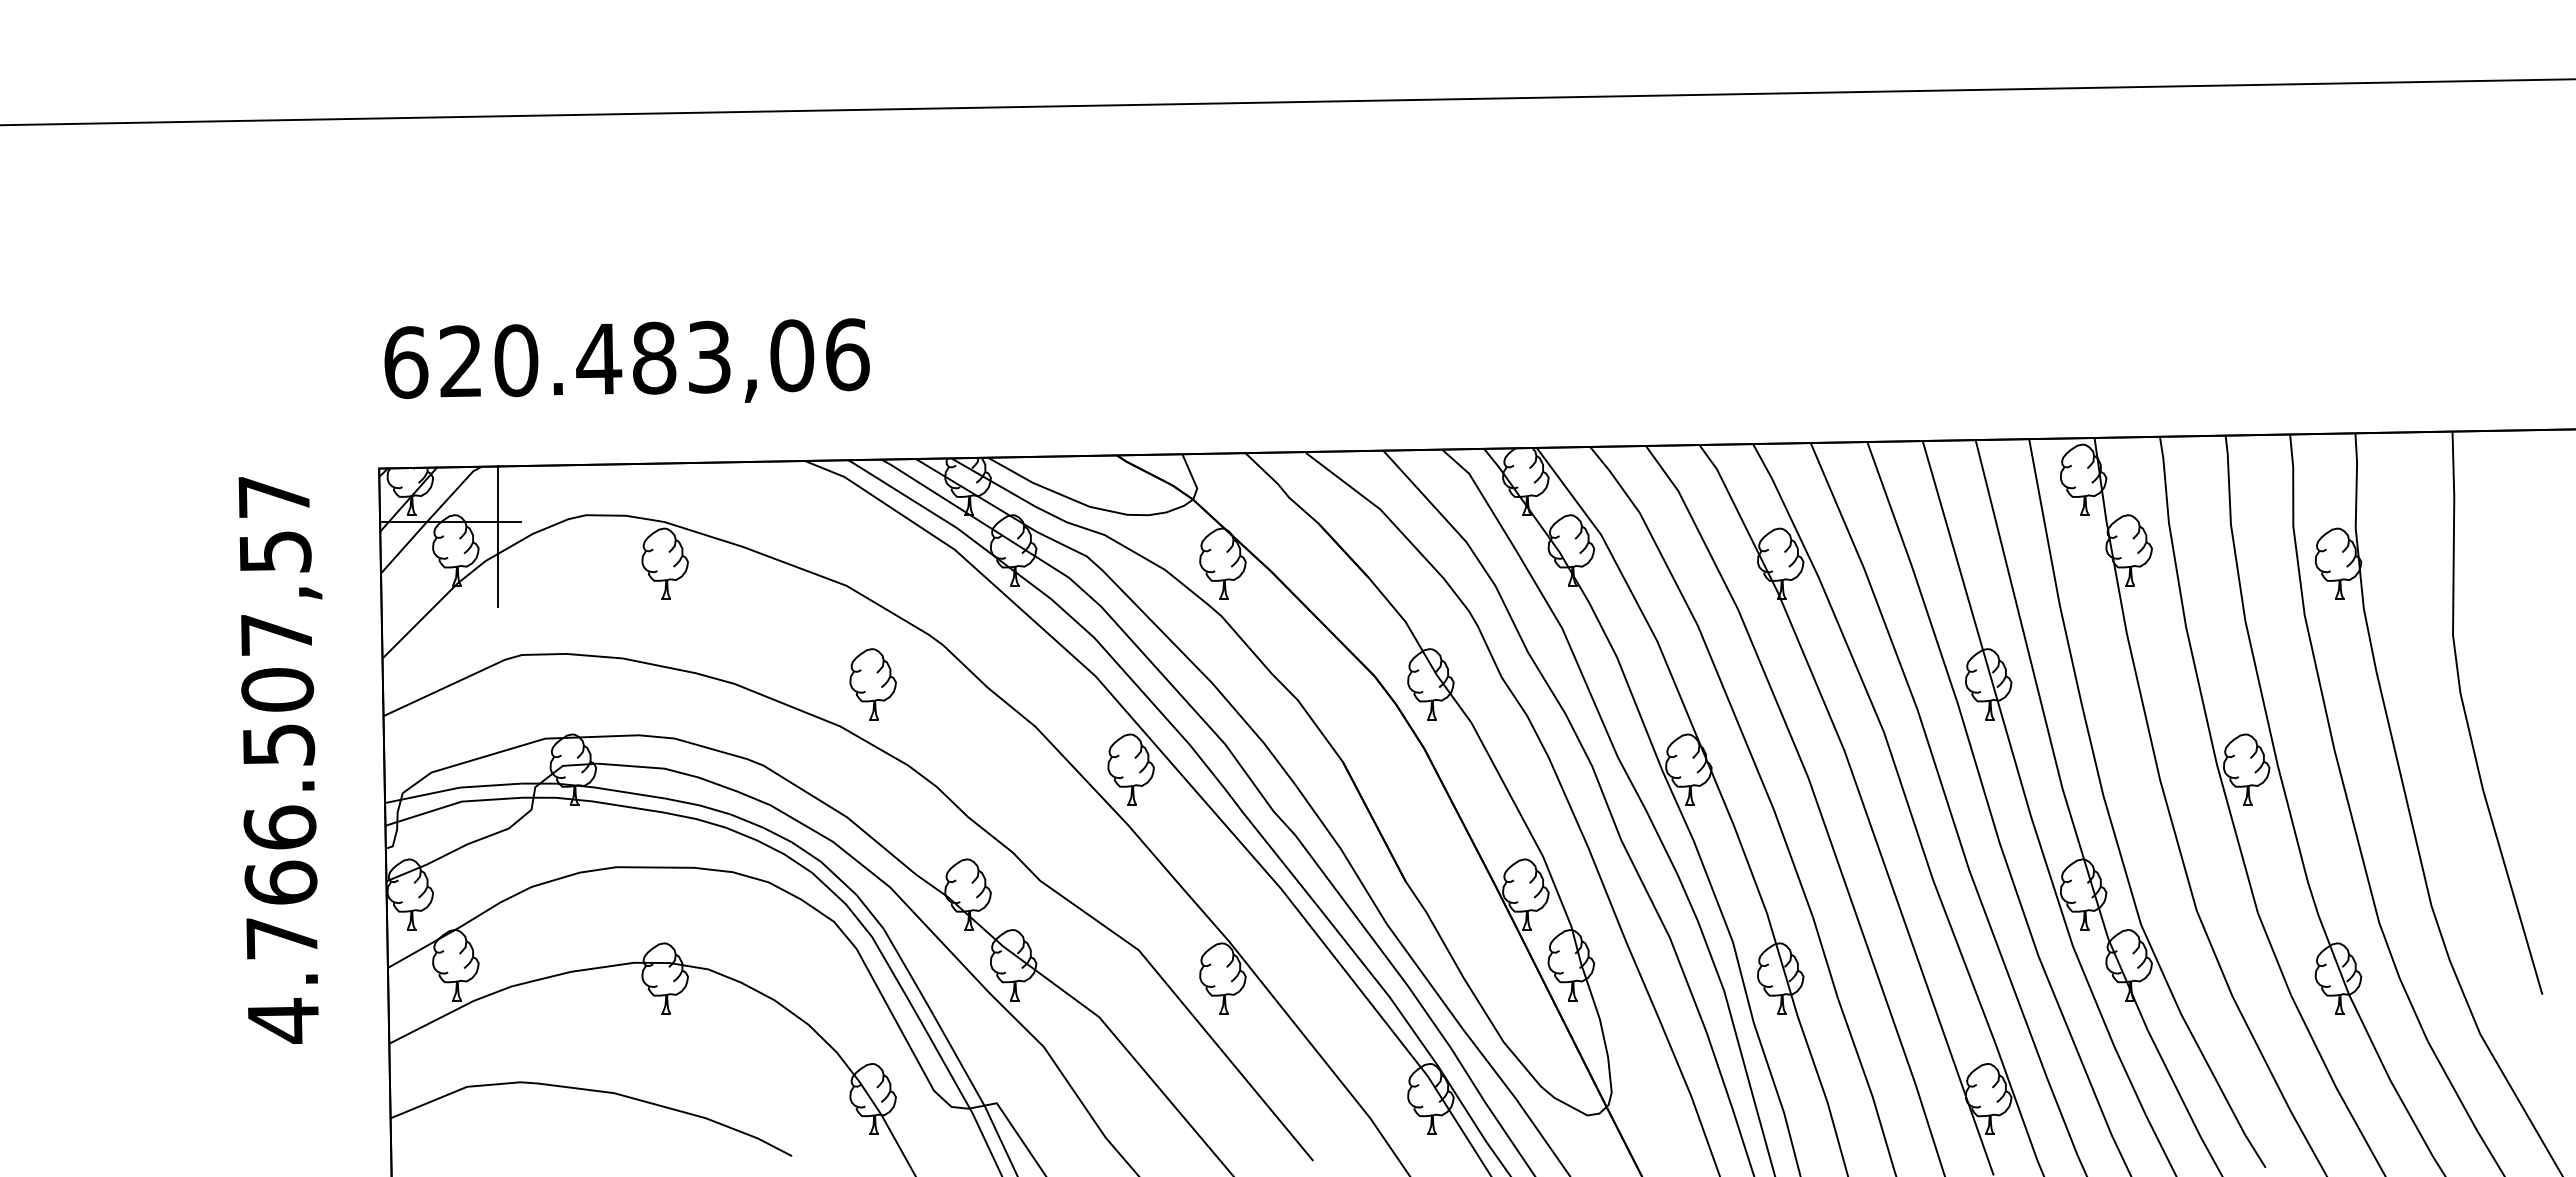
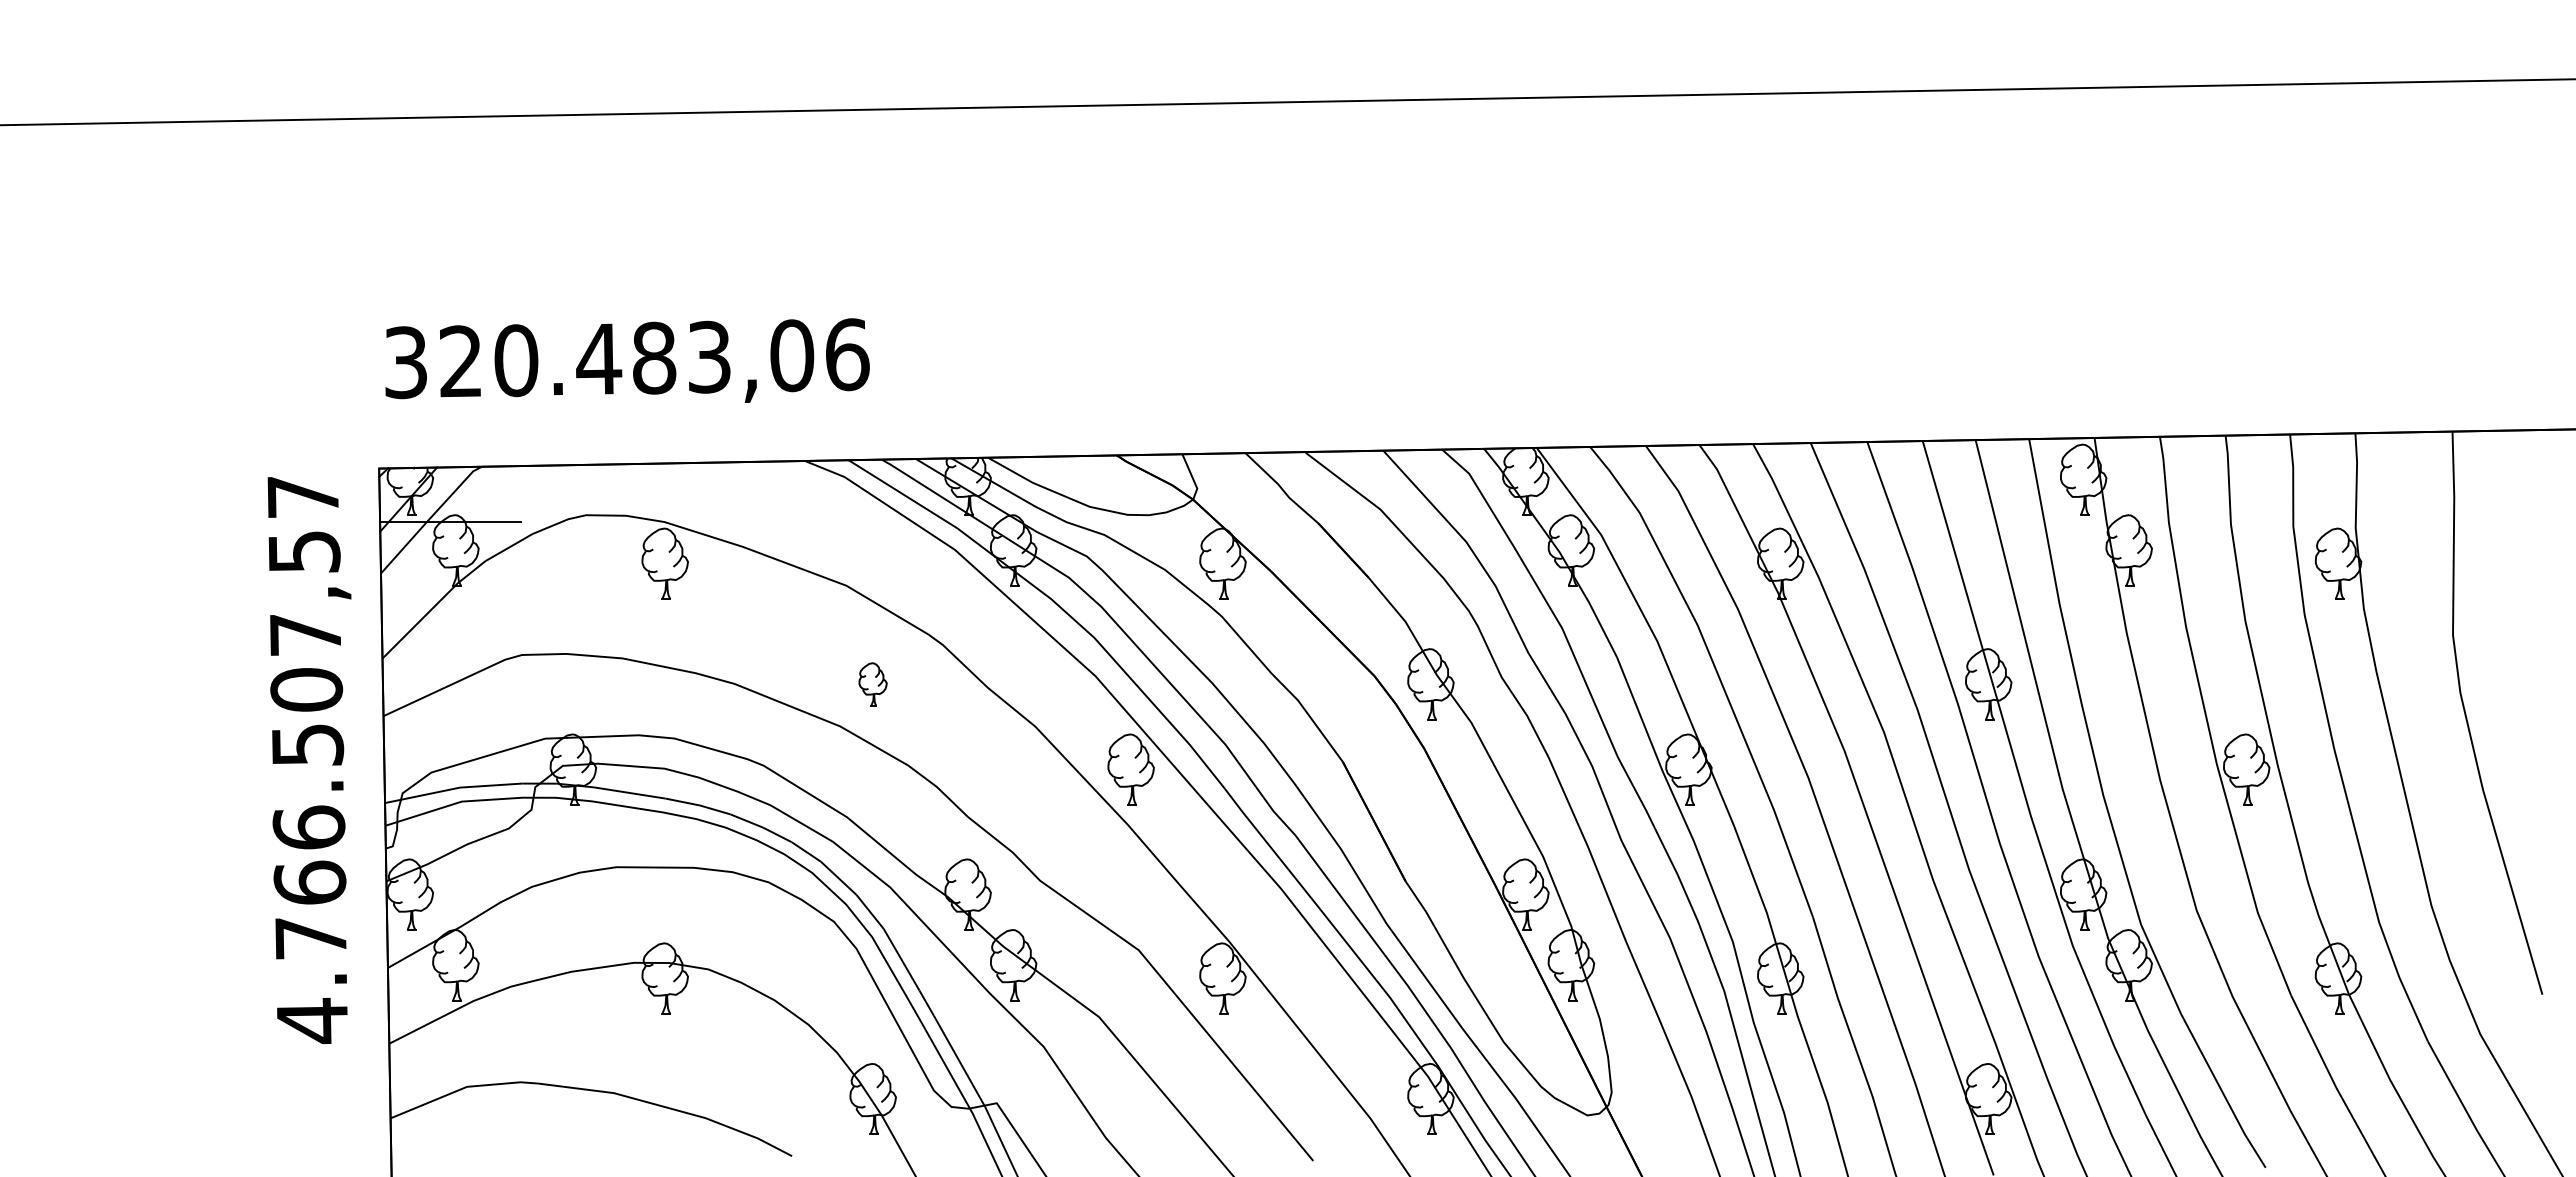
text at (406, 362): 620.483,06 -> 320.483,06
line at (498, 536): present -> none
part at (872, 684) size: 48x73 px -> 30x45 px
text at (280, 760) position: (280, 760) -> (309, 760)
